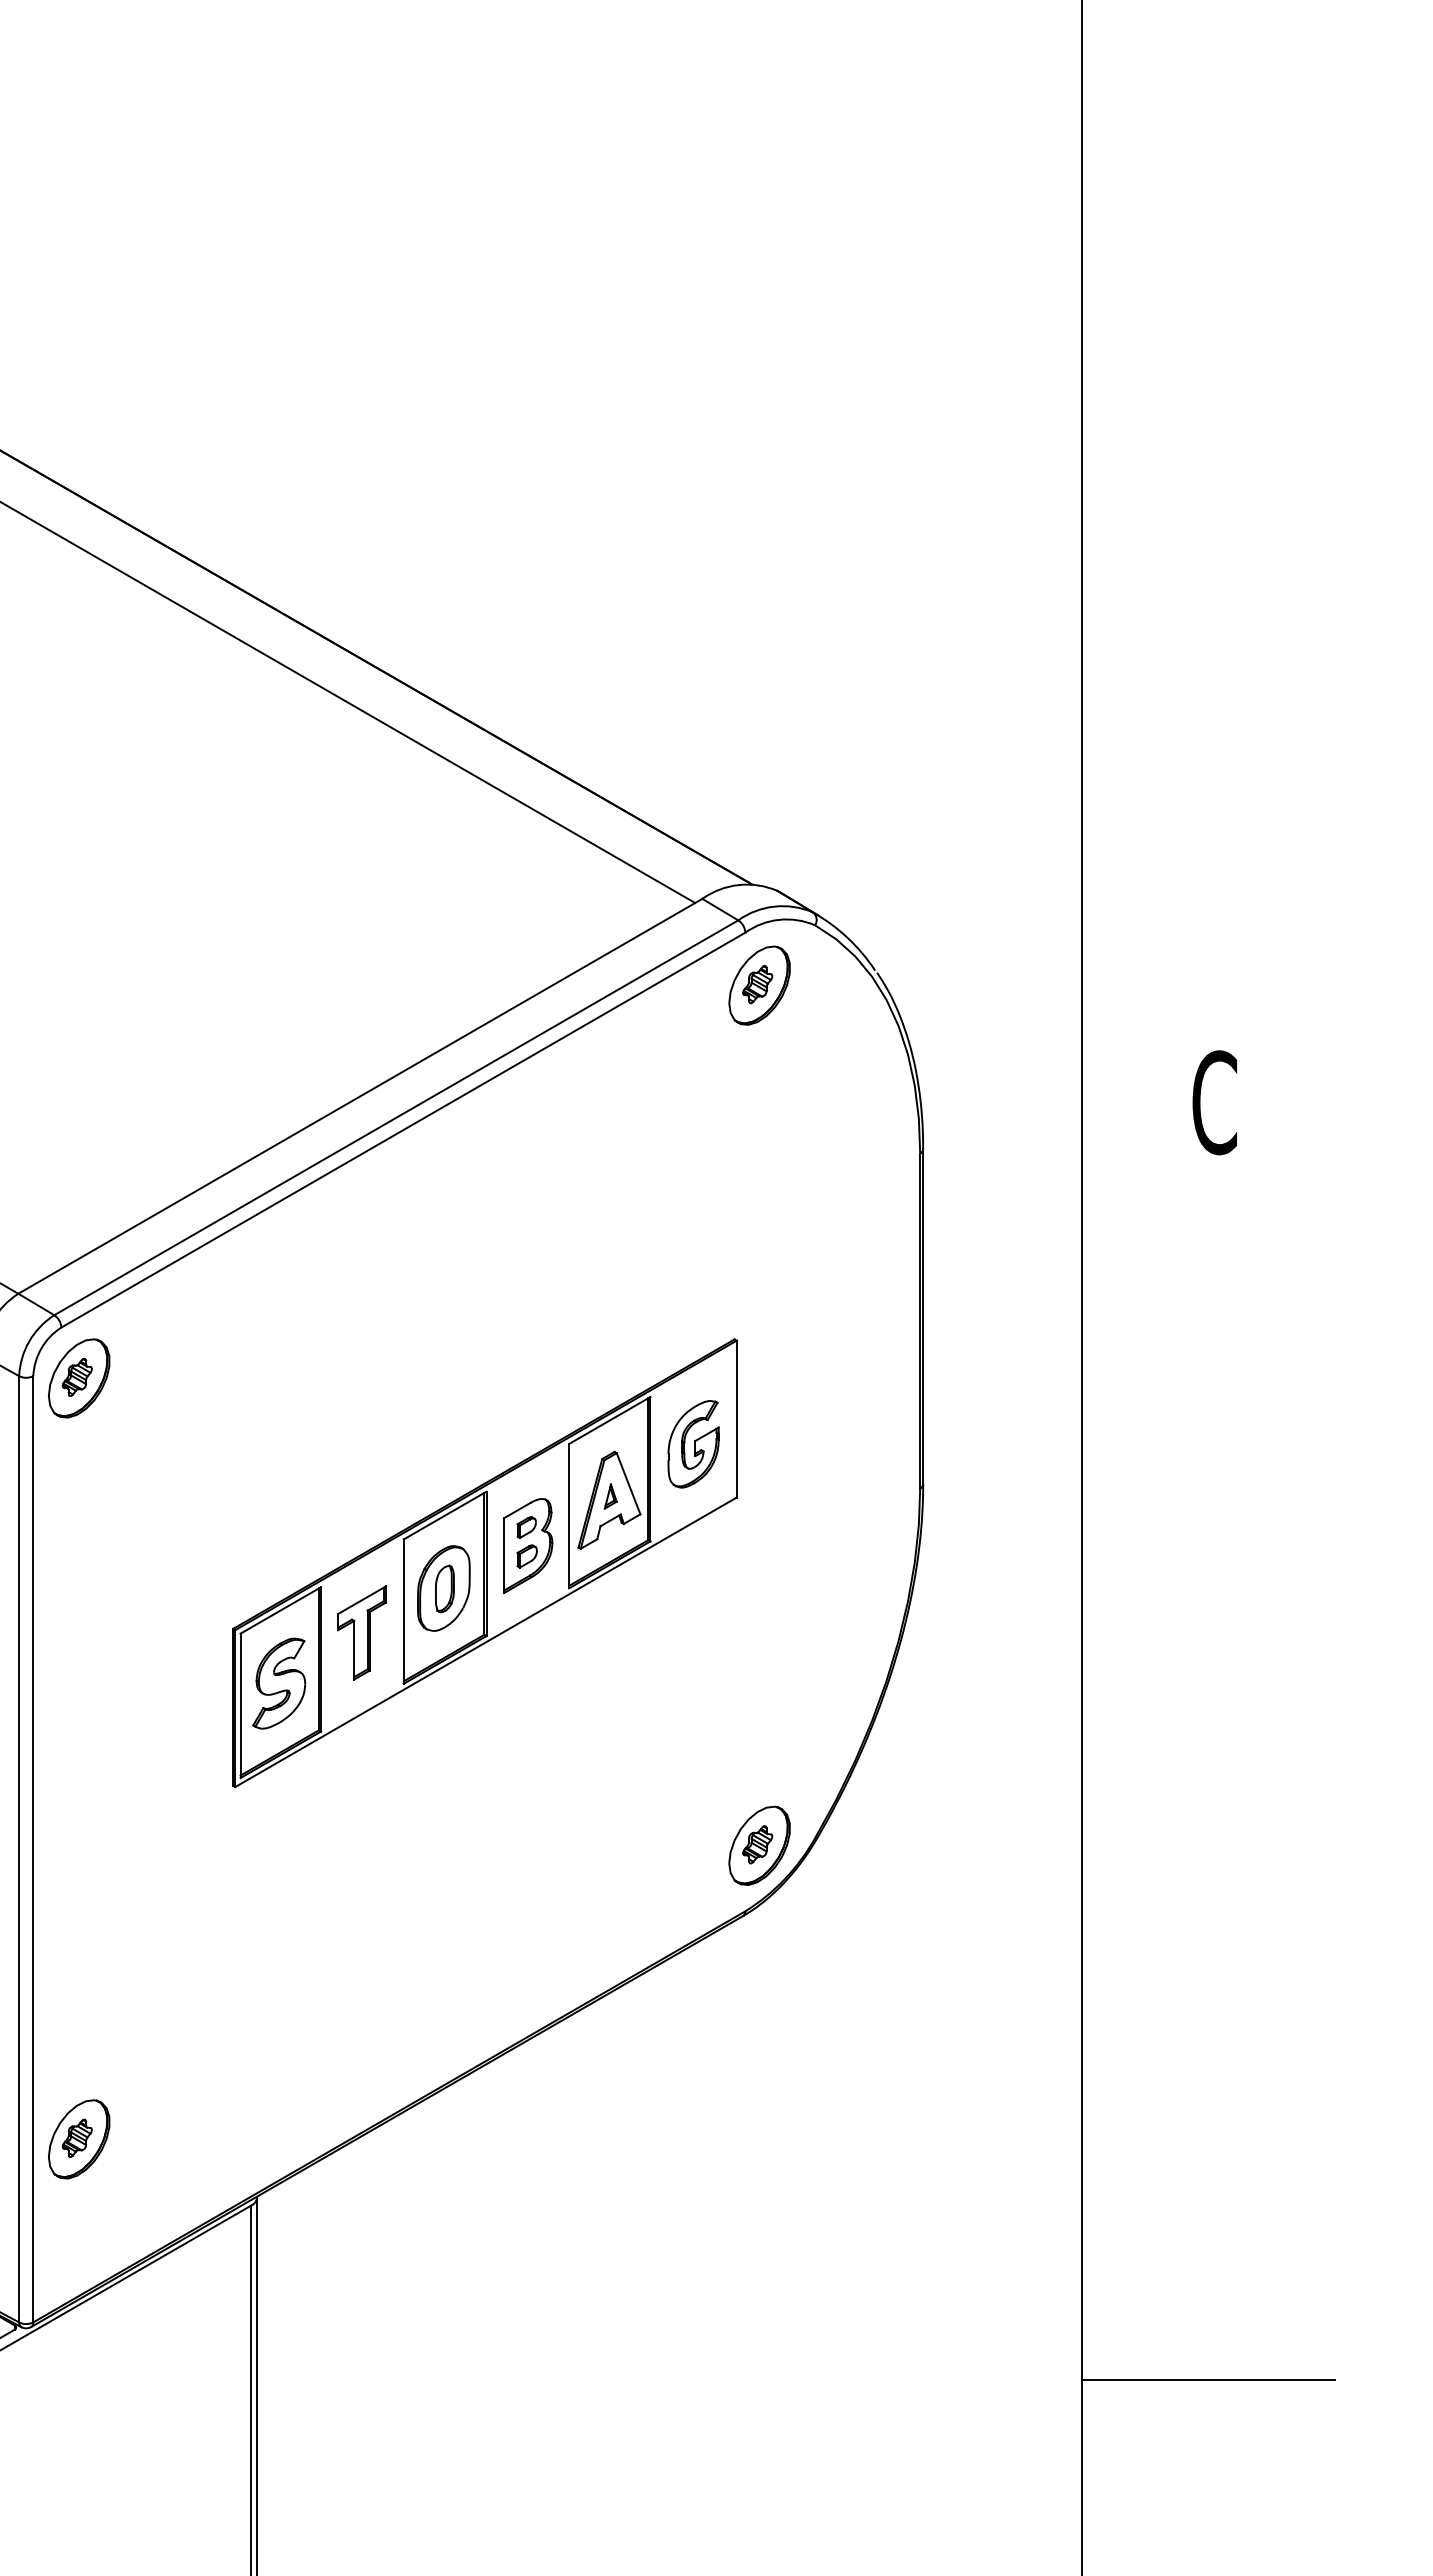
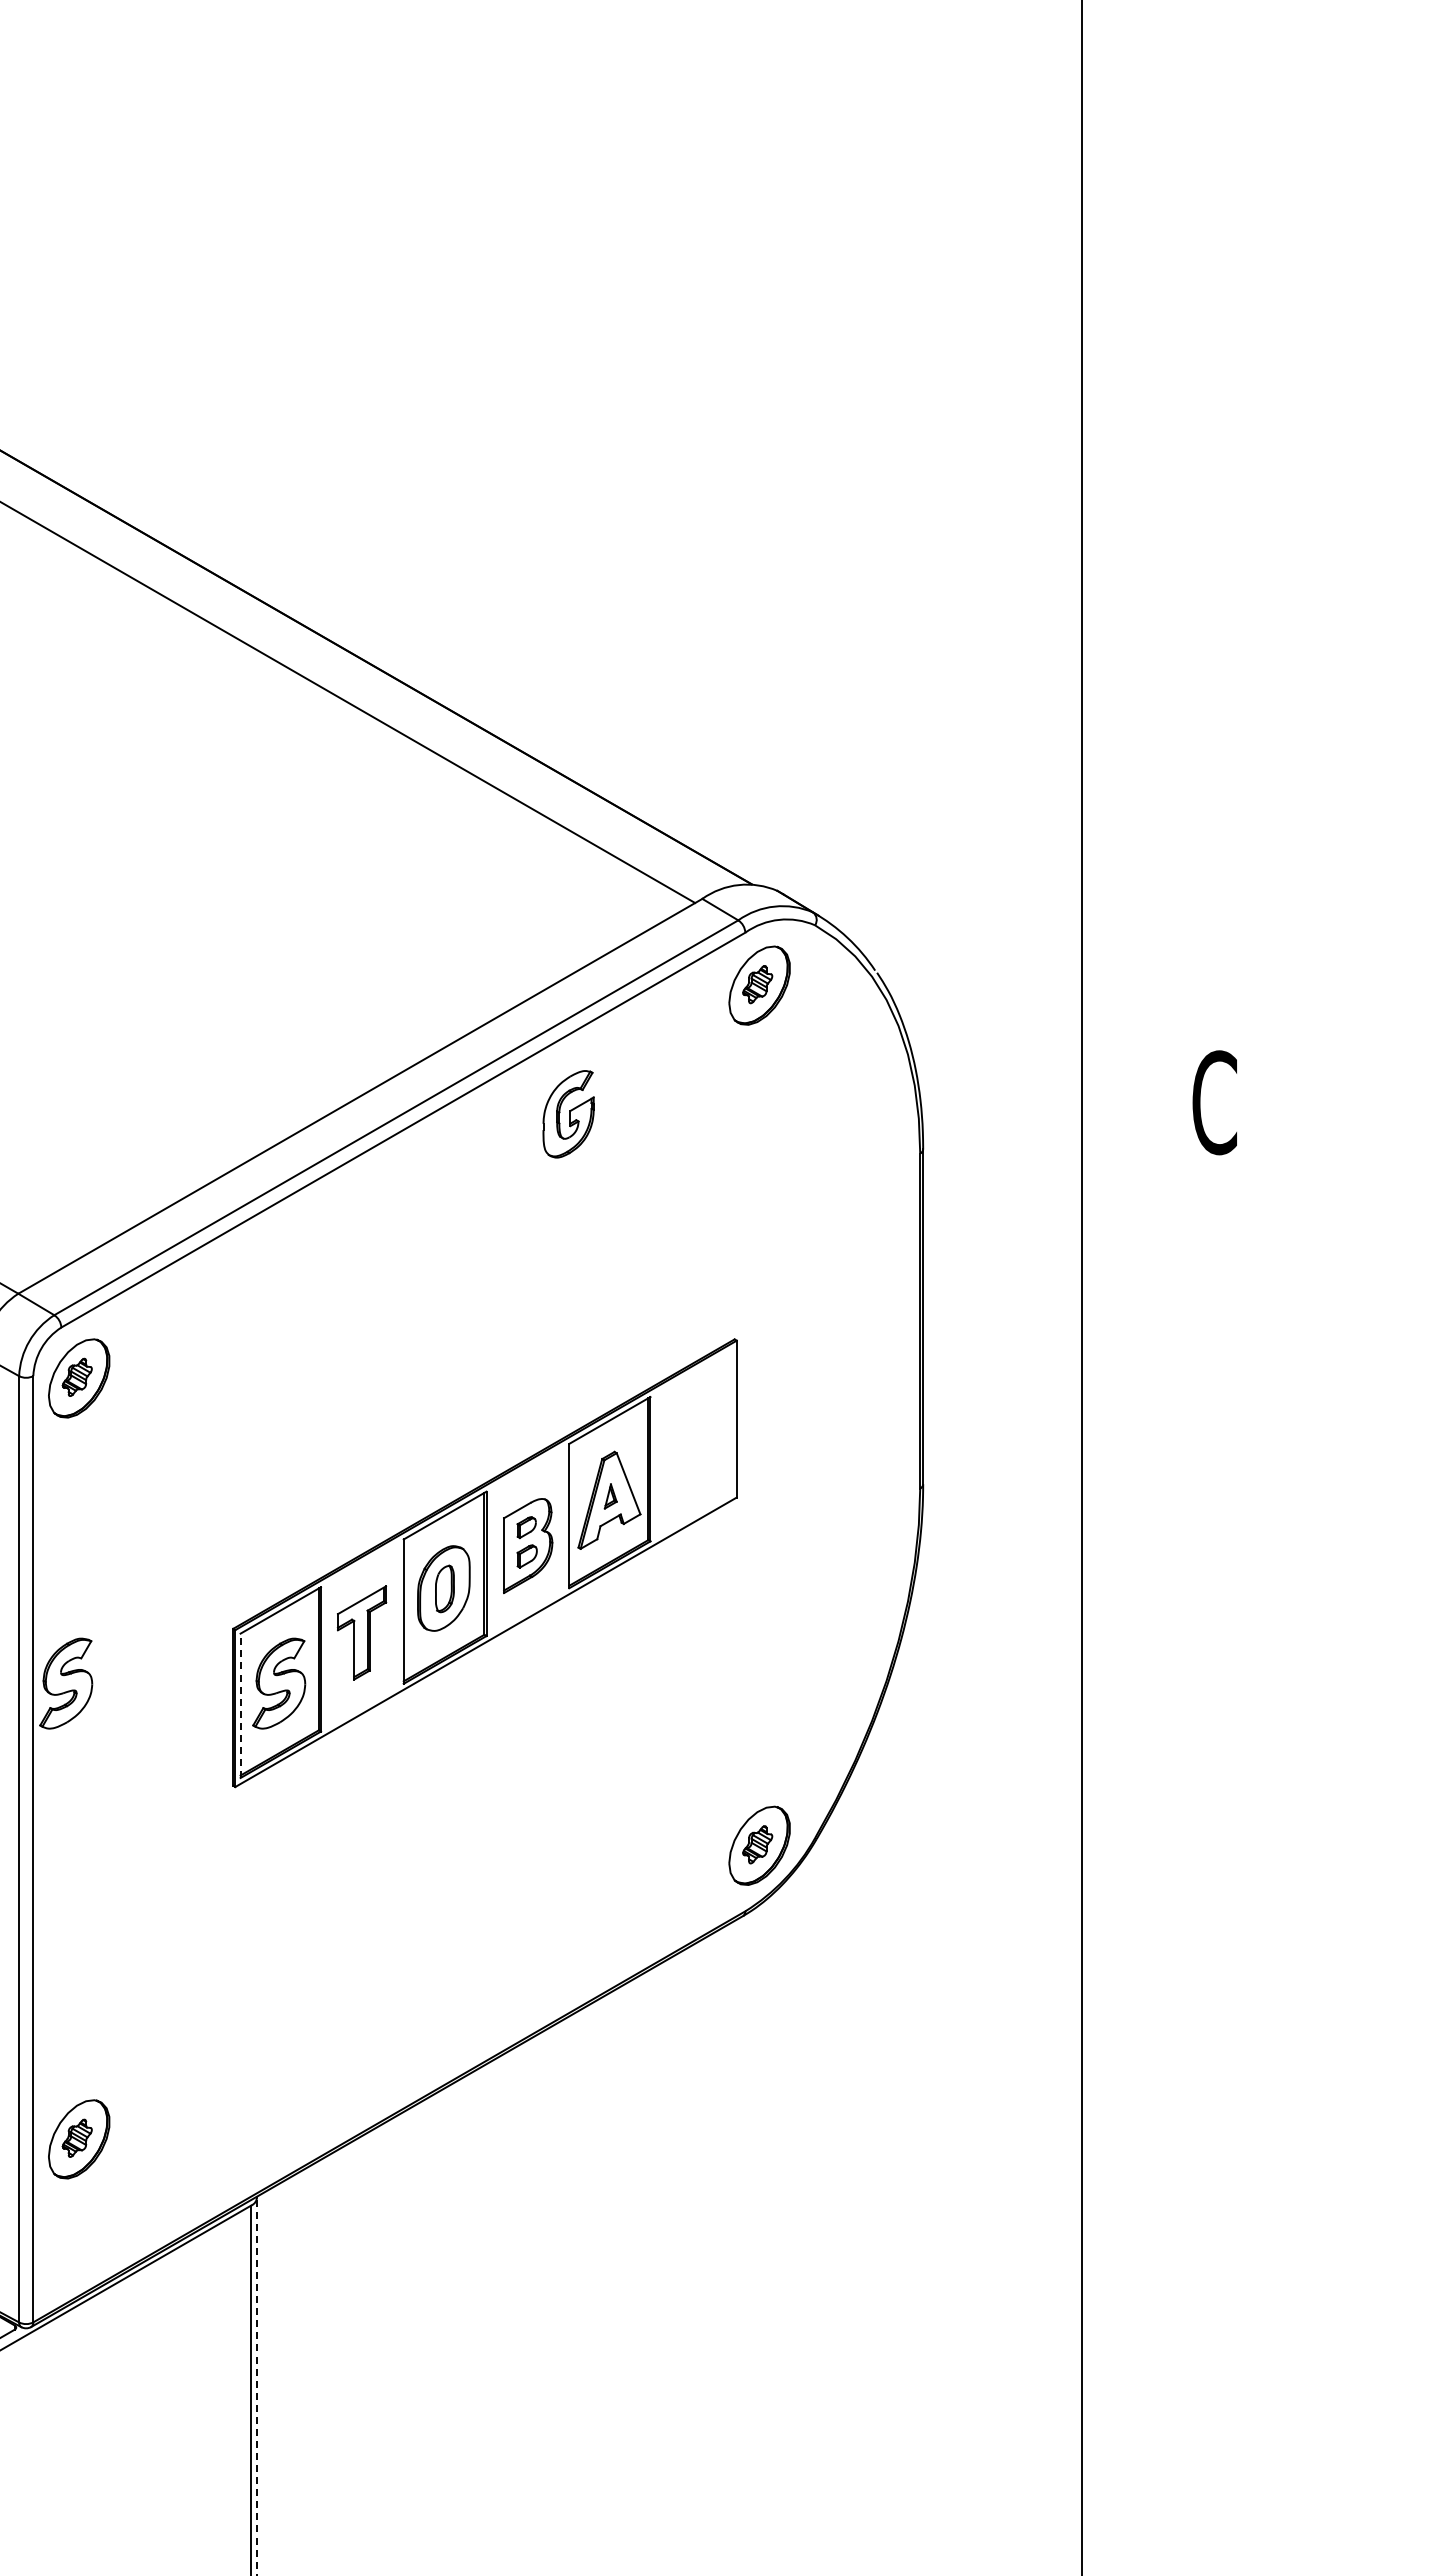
part at (693, 1444) position: (693, 1444) -> (568, 1114)
part at (66, 1683): none -> present
line at (240, 1705): solid -> dashed
line at (1208, 2380): present -> none
line at (257, 2386): solid -> dashed
